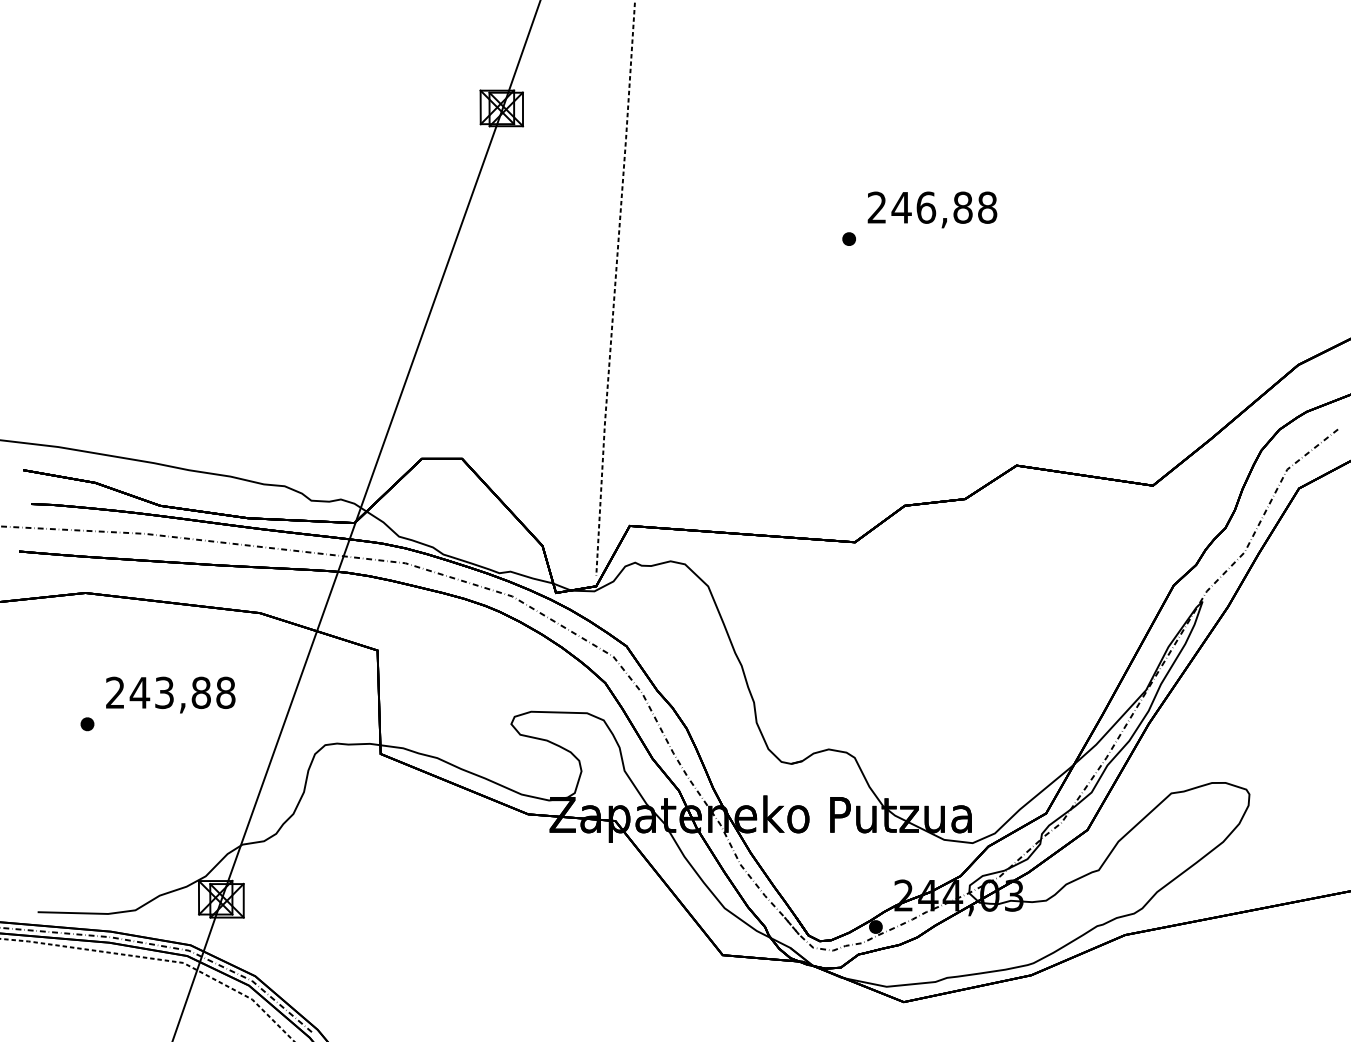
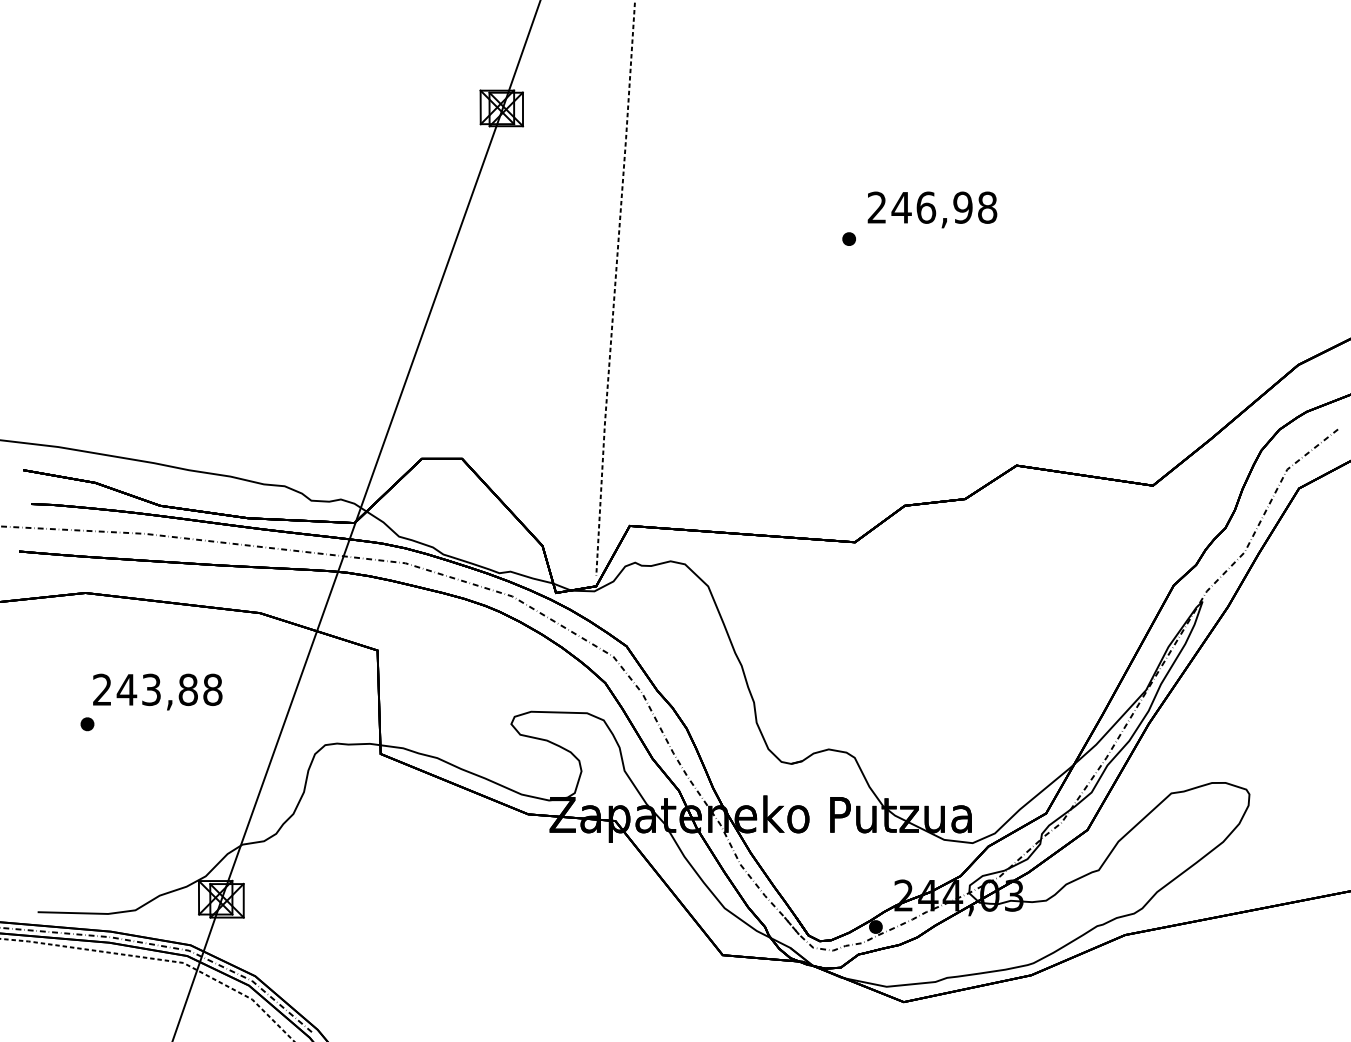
text at (962, 207): 246,88 -> 246,98
text at (170, 694) position: (170, 694) -> (157, 691)
